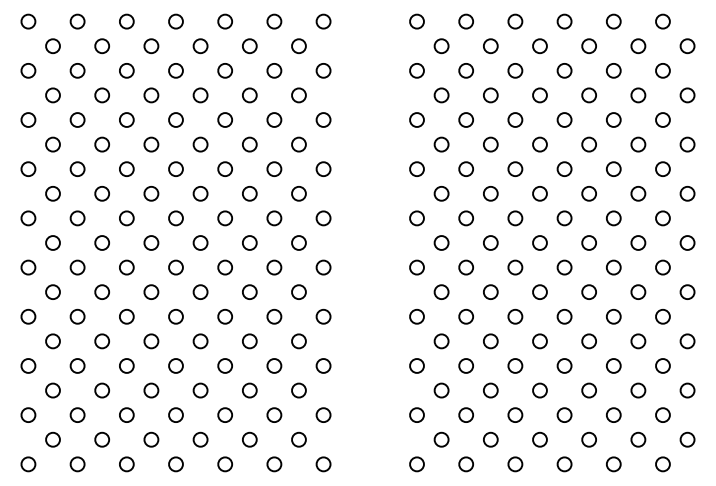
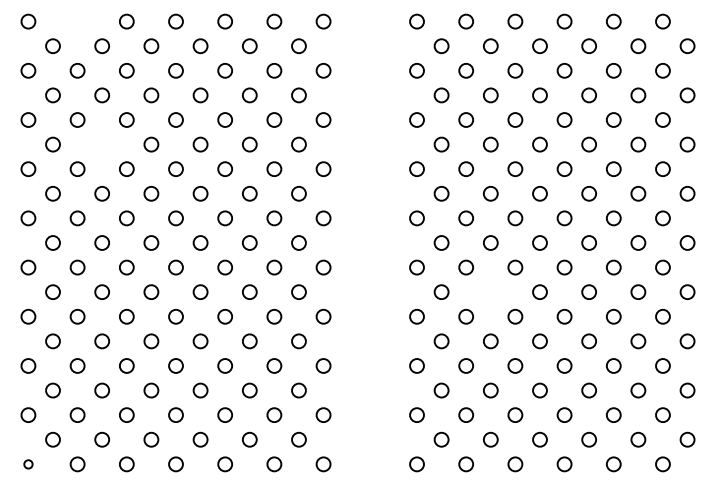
circle at (77, 21): present -> none
circle at (101, 144): present -> none
circle at (490, 291): present -> none
circle at (28, 464) size: 17x17 px -> 11x11 px
